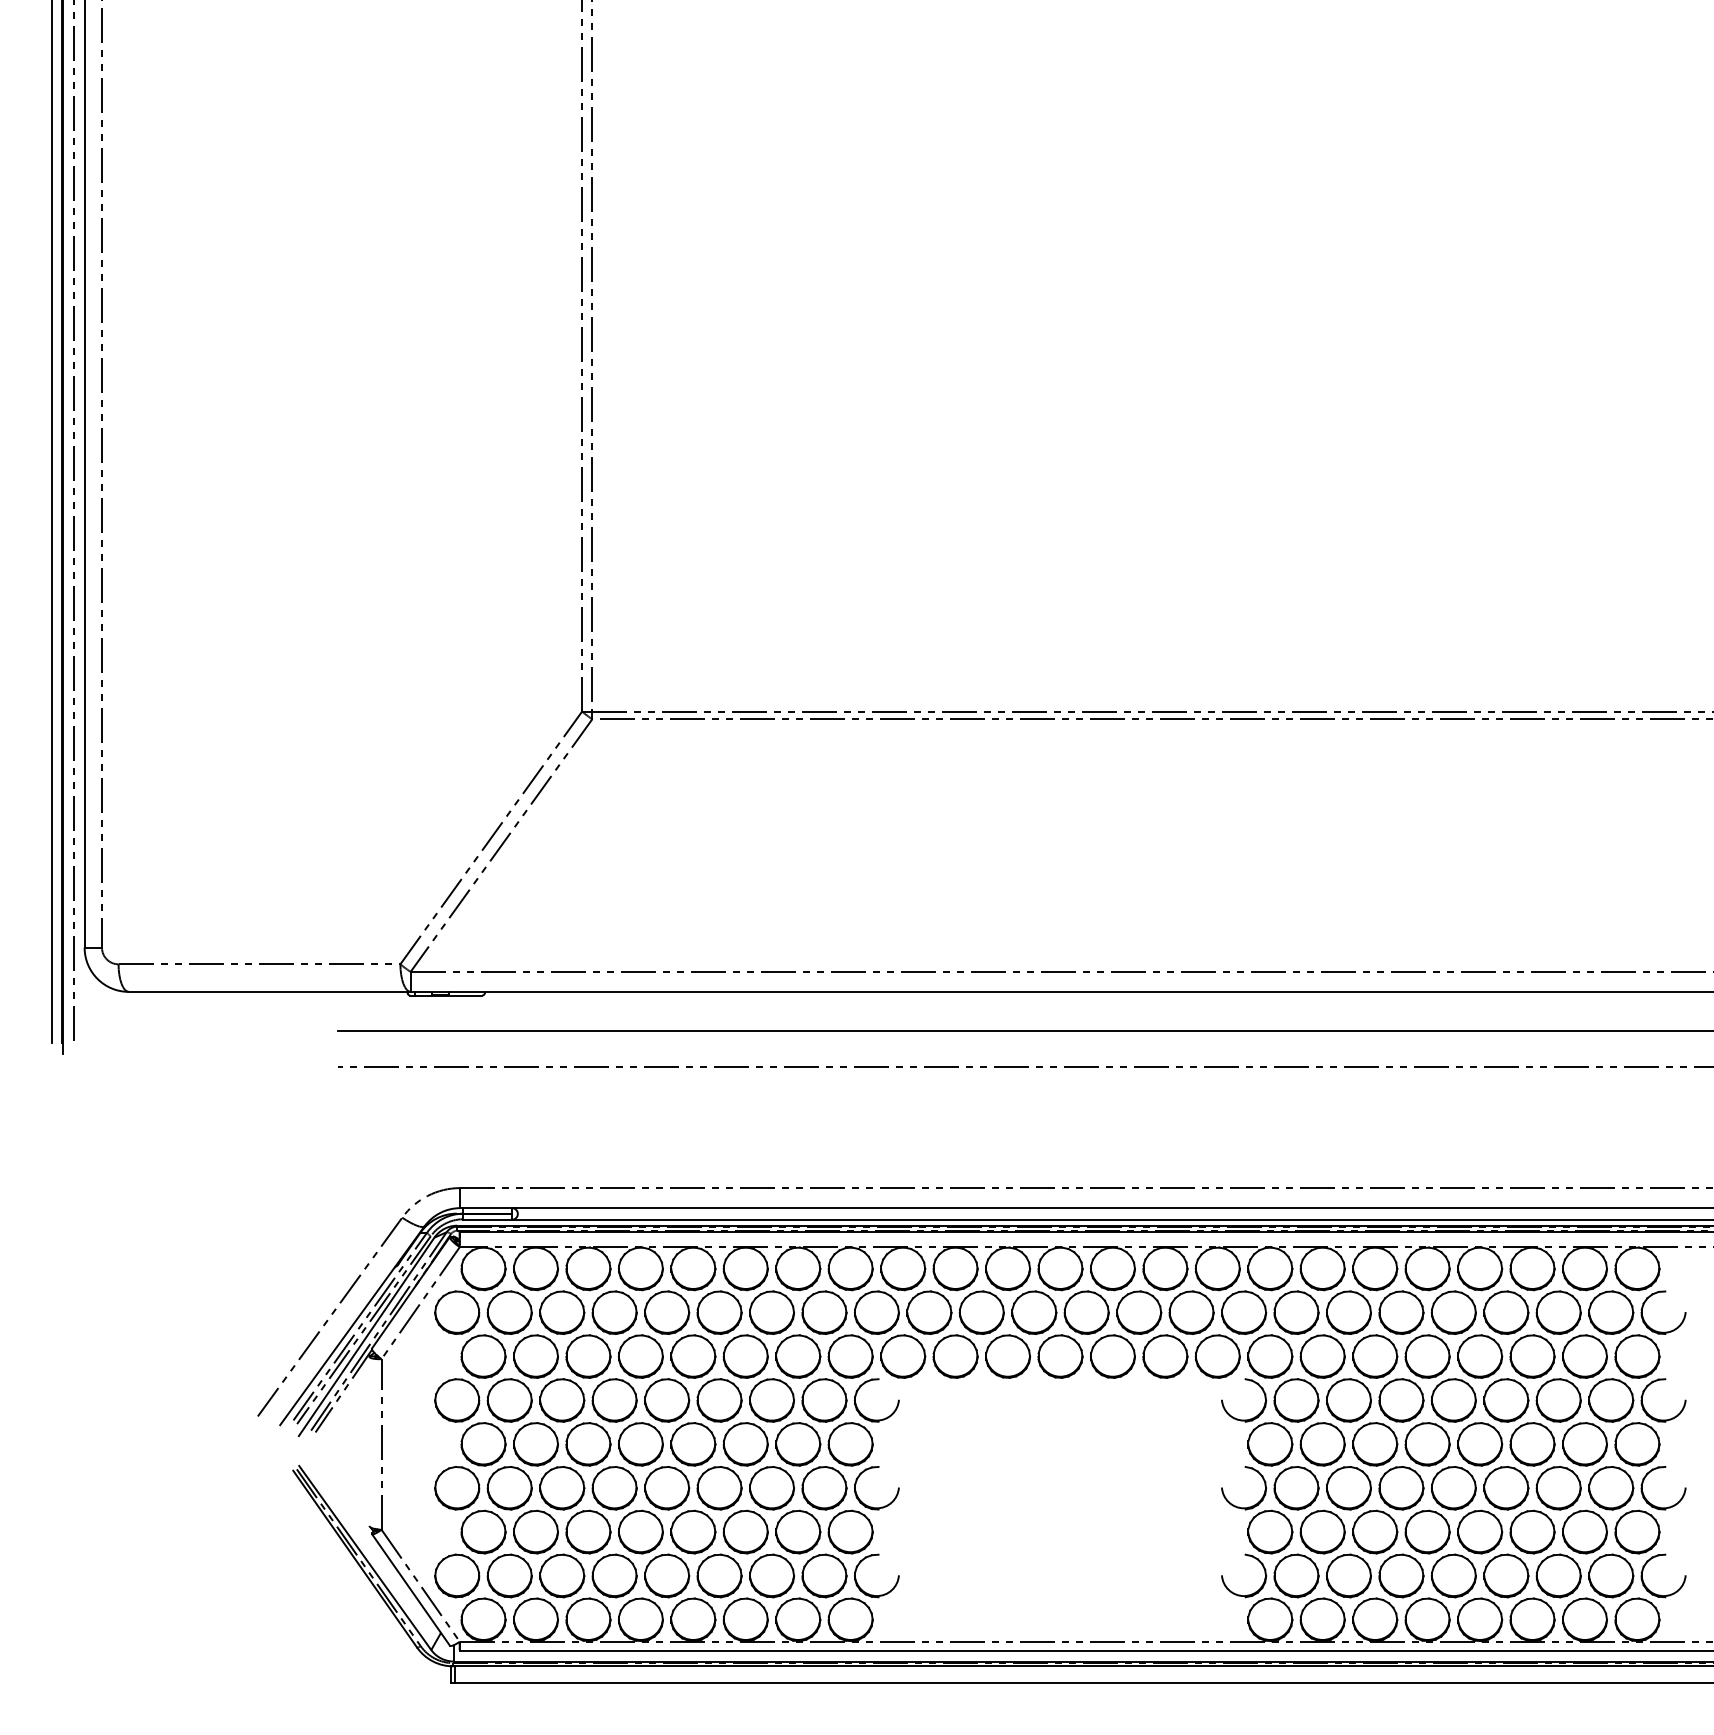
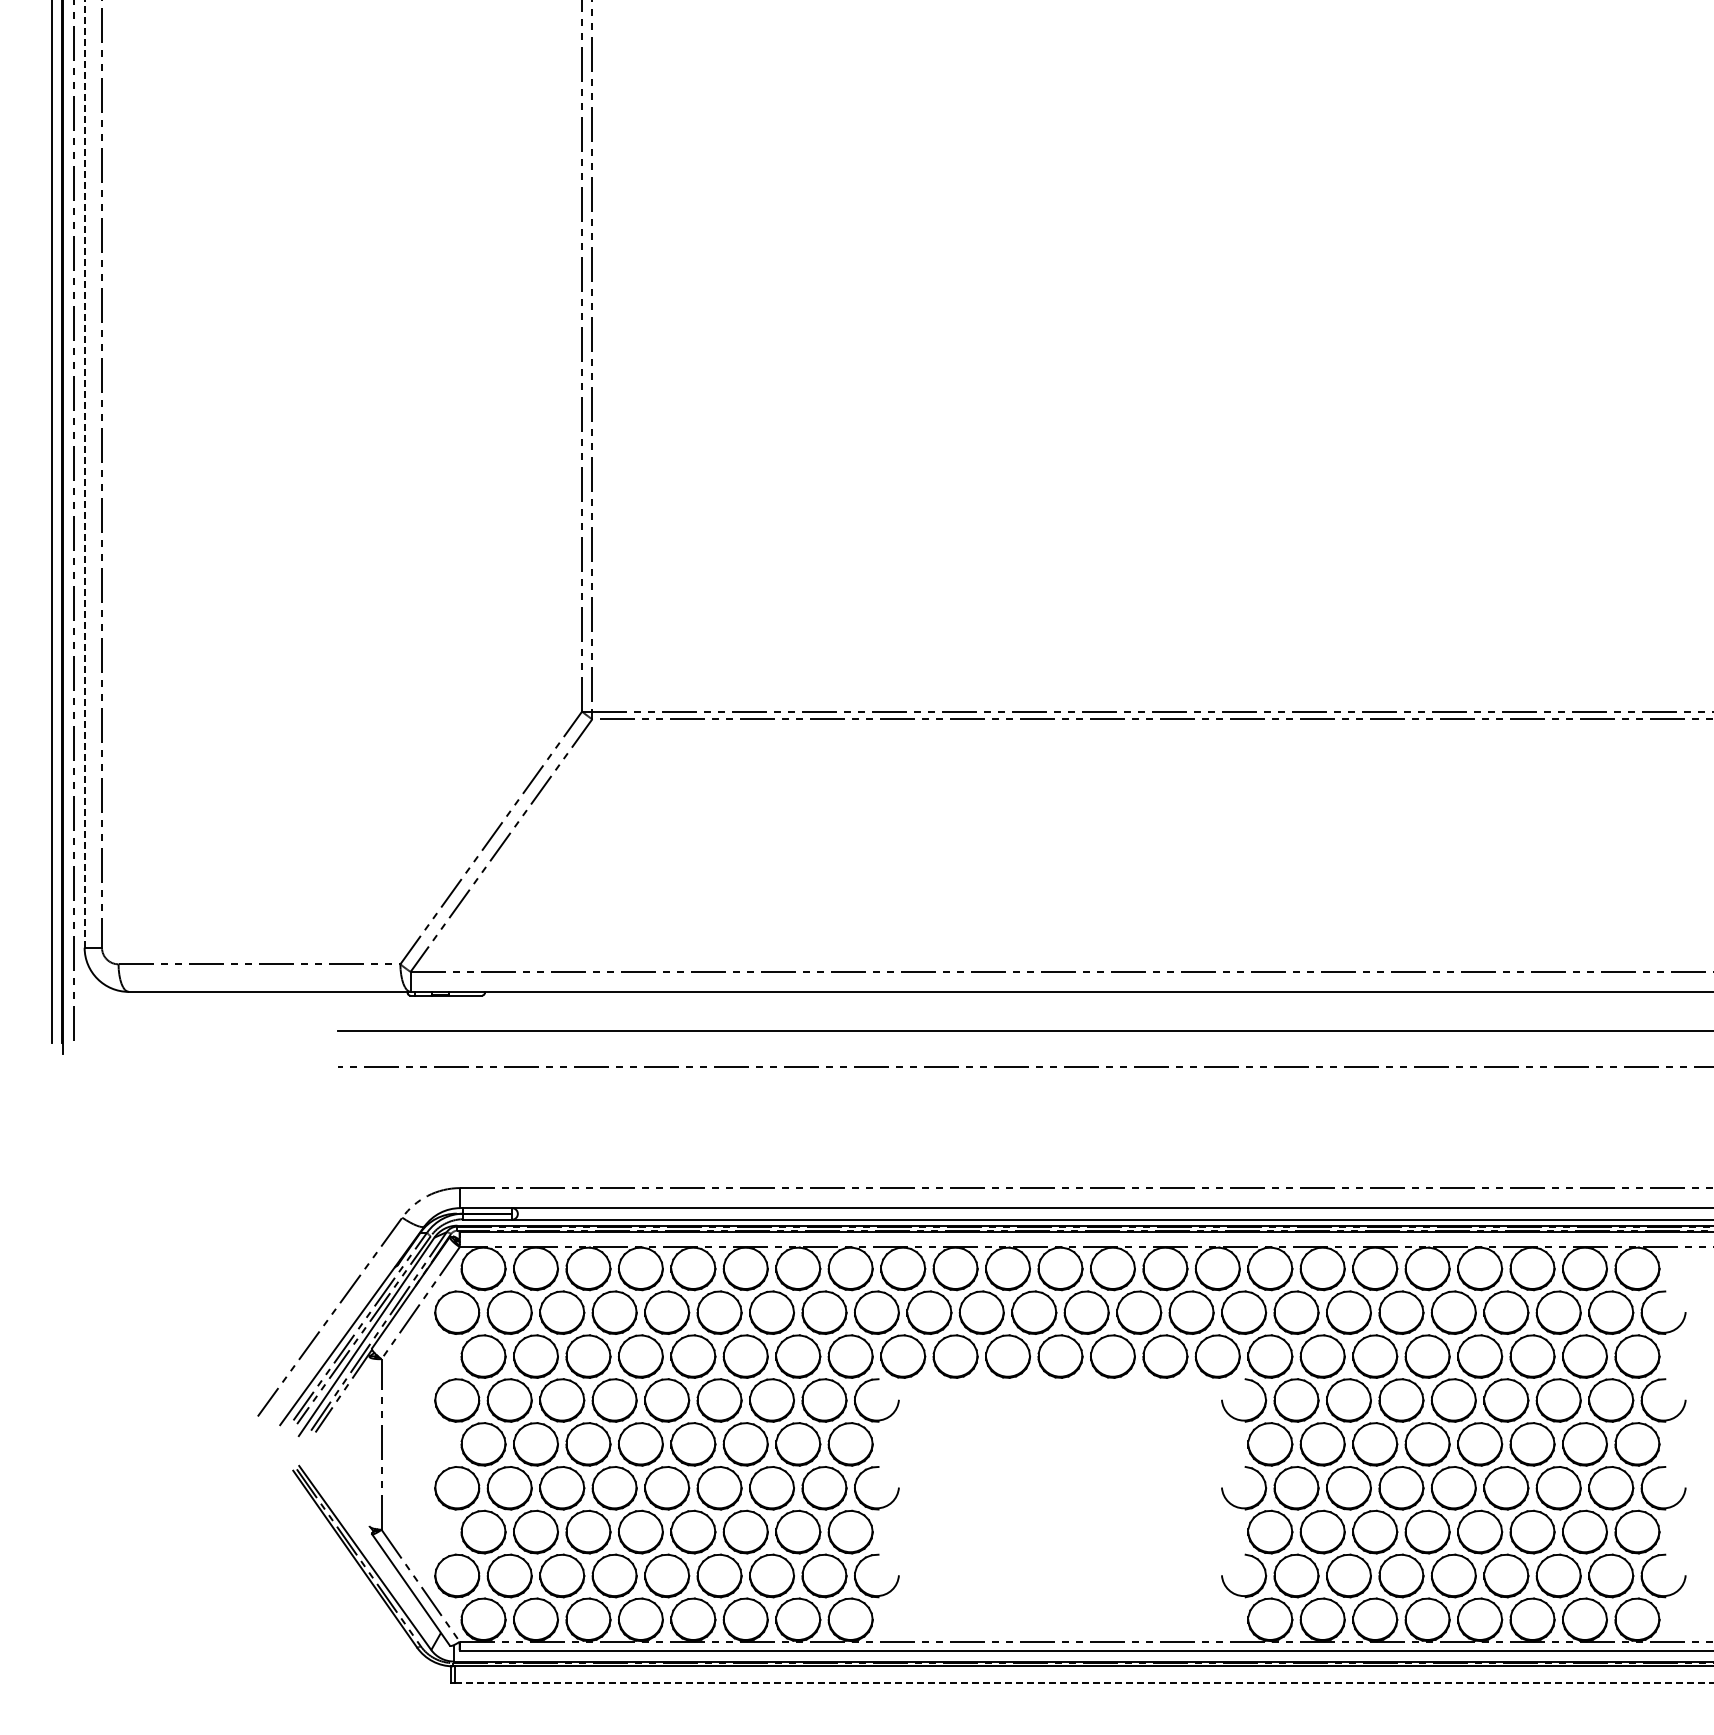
line at (84, 473): solid -> dashed
line at (1084, 1682): solid -> dashed
